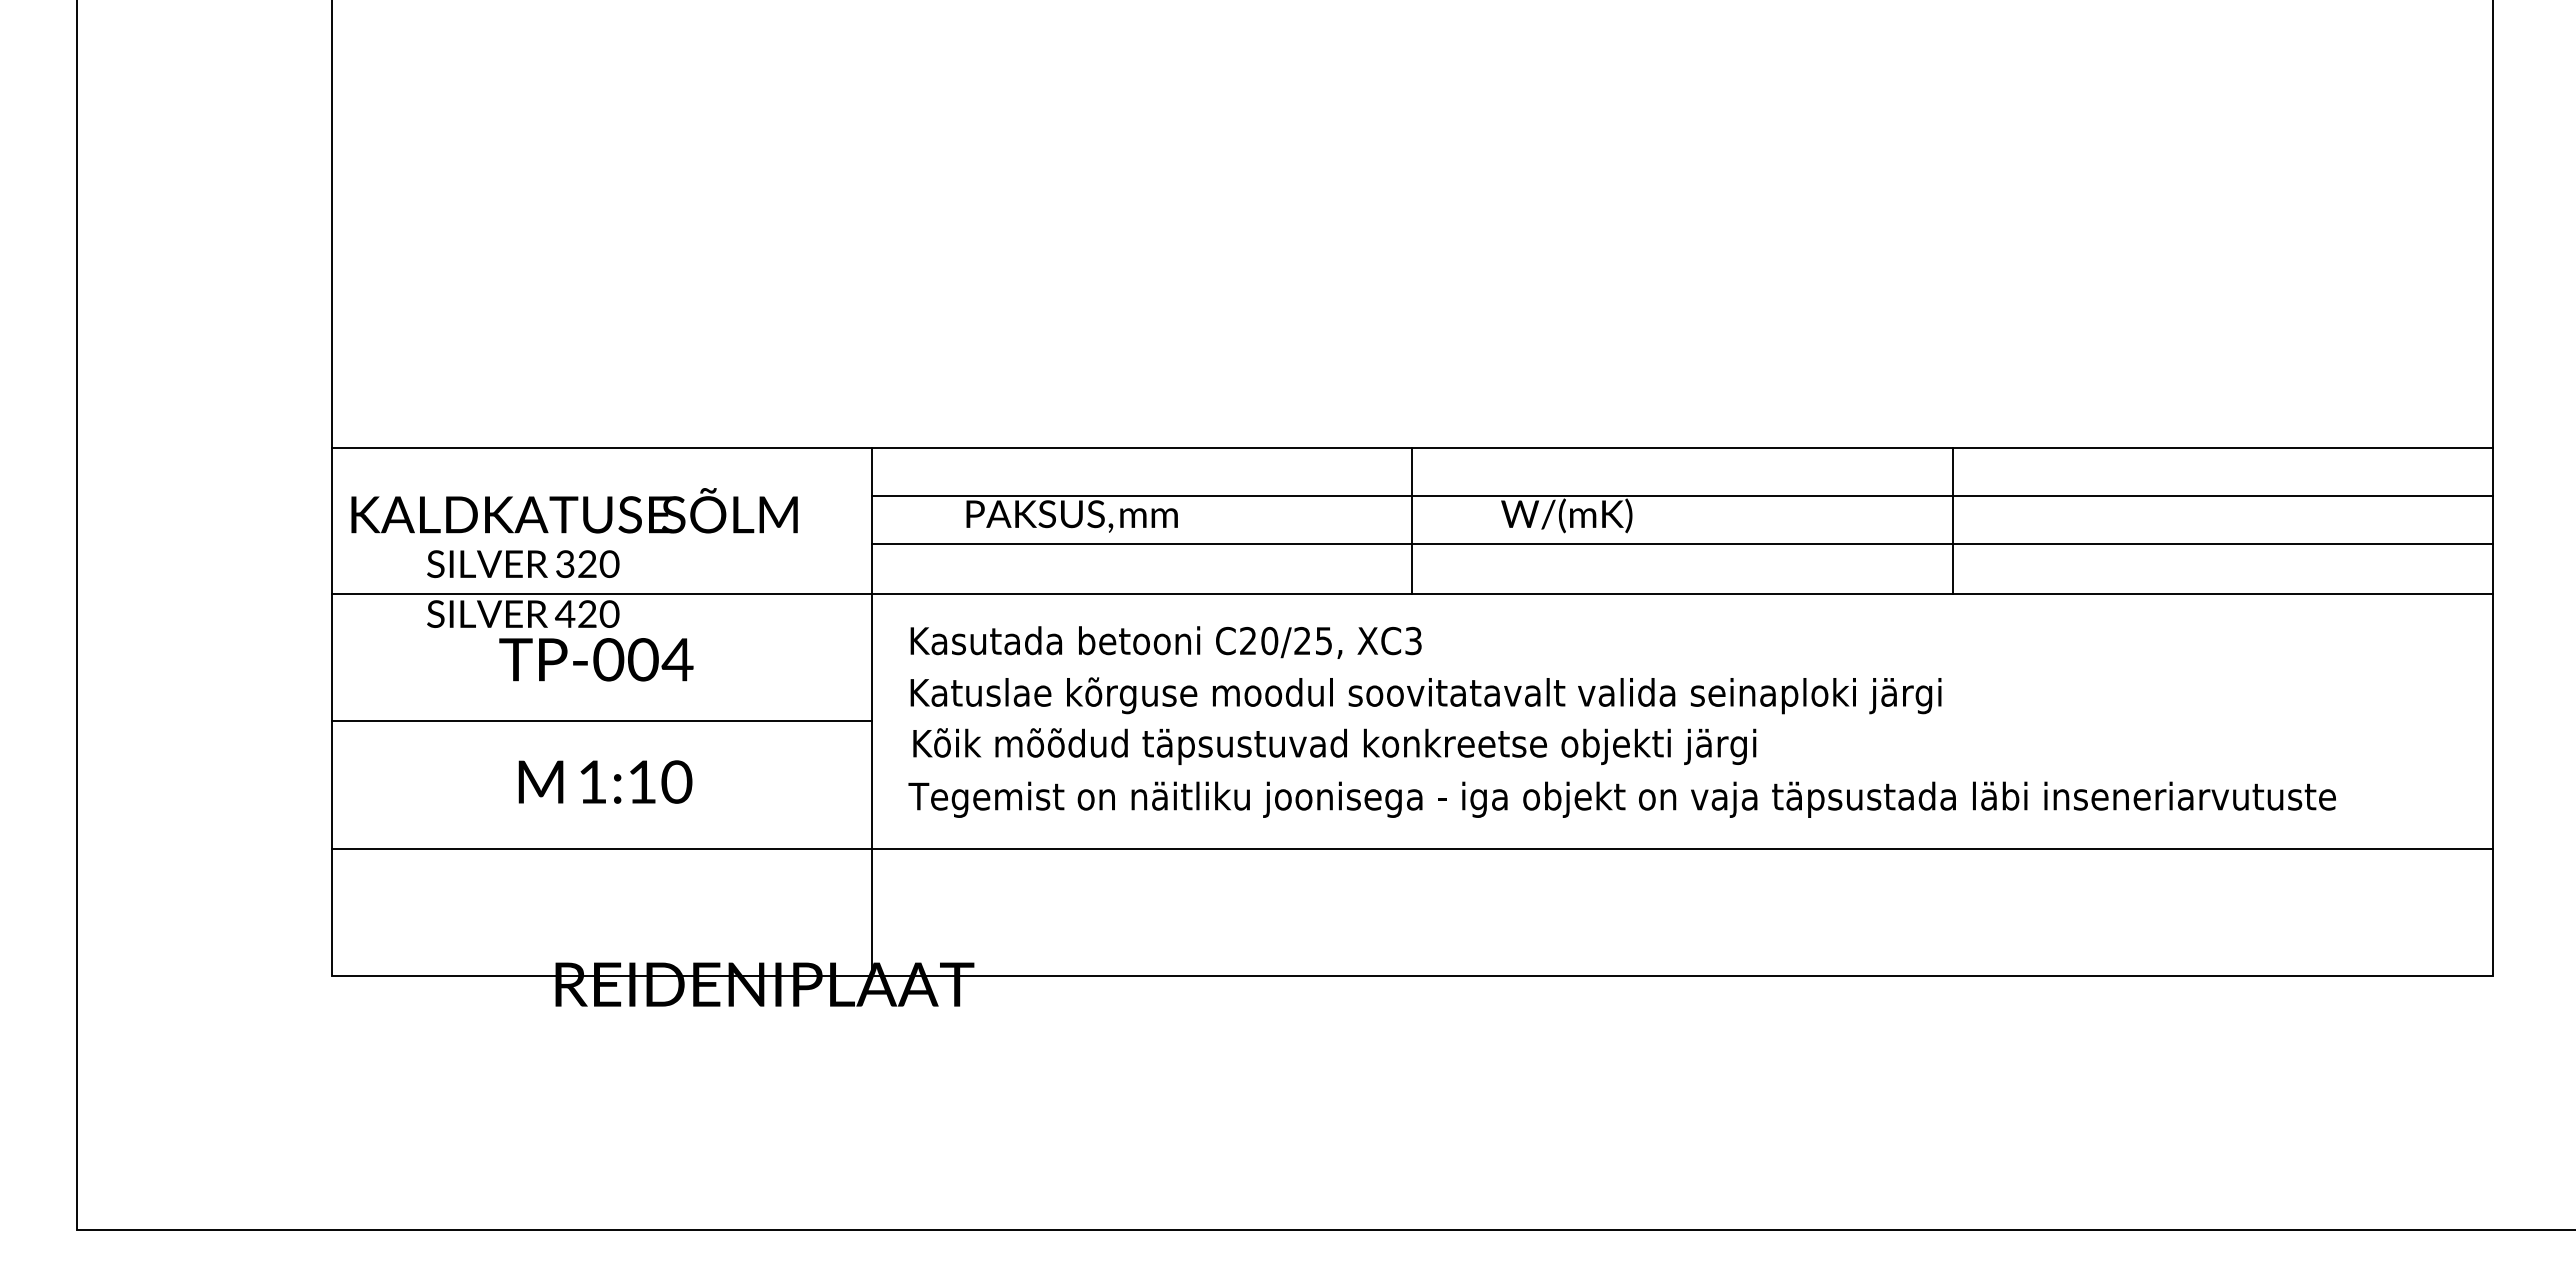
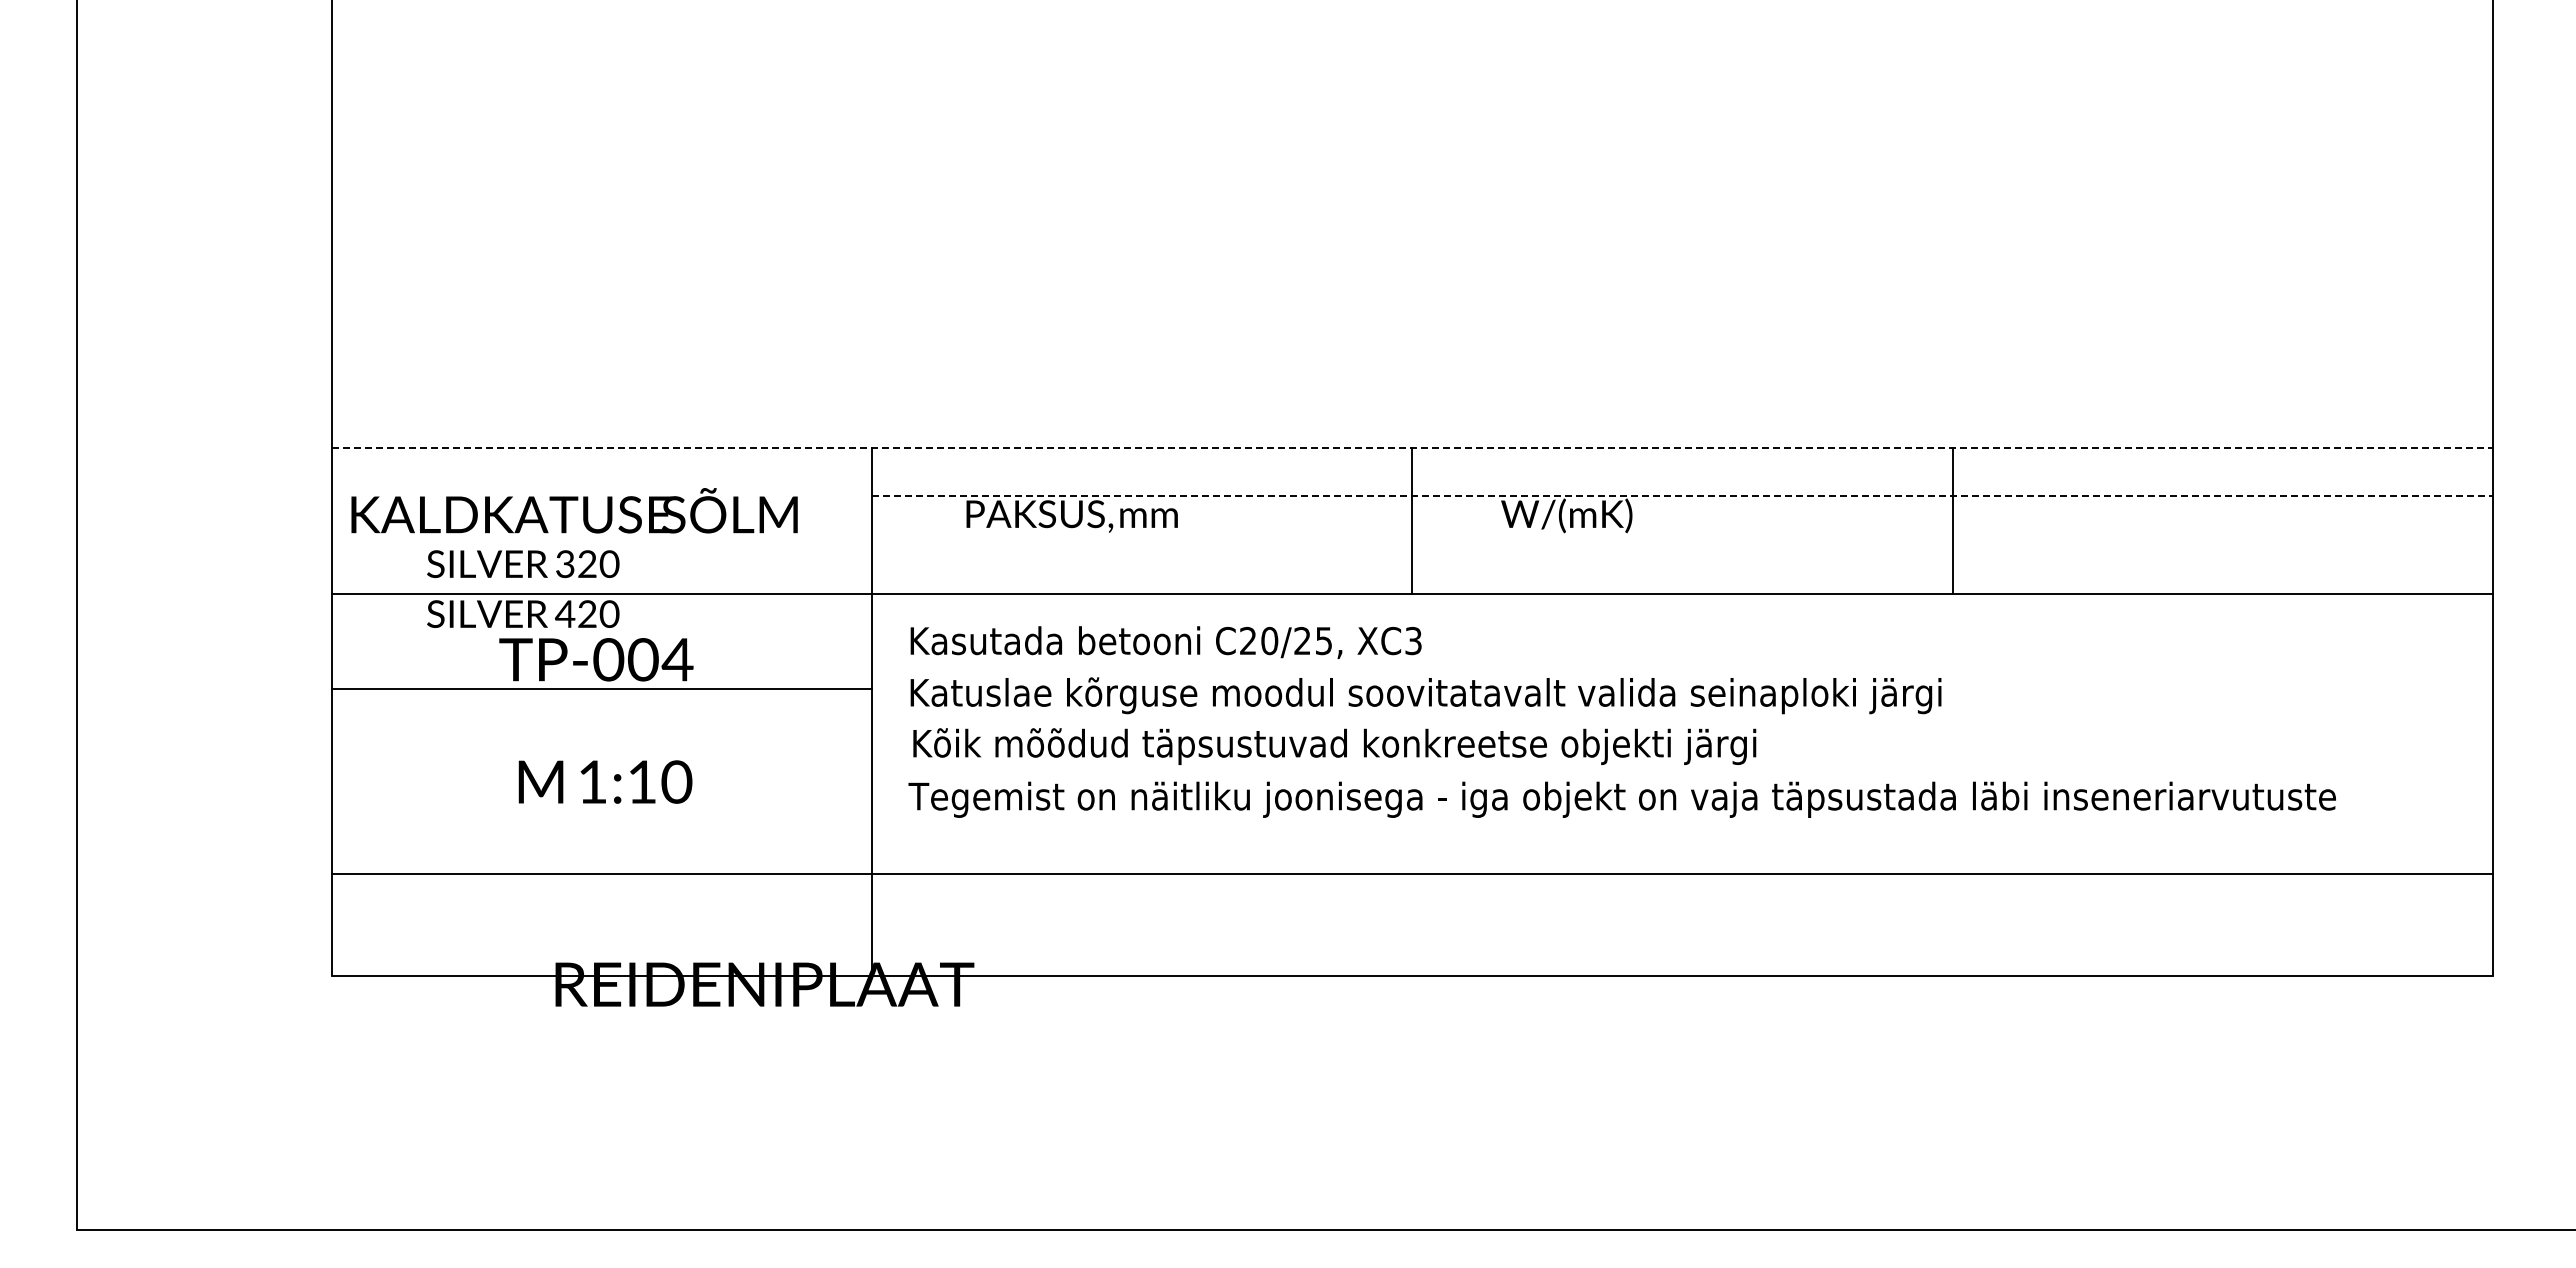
line at (1412, 448): solid -> dashed
line at (1682, 495): solid -> dashed
line at (1682, 543): present -> none
line at (601, 721) position: (601, 721) -> (601, 689)
line at (1412, 848) position: (1412, 848) -> (1412, 873)
